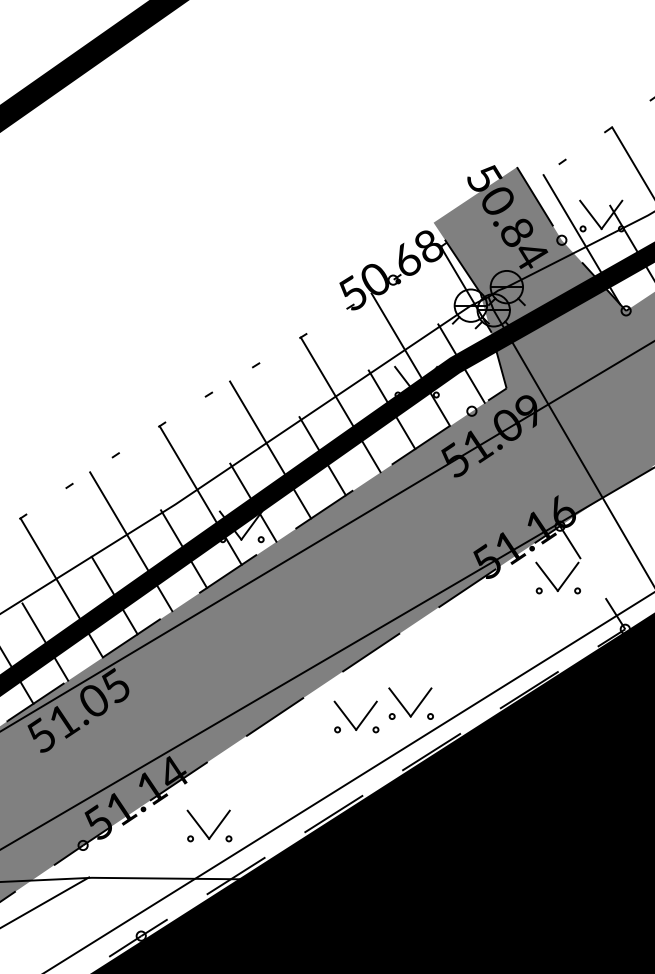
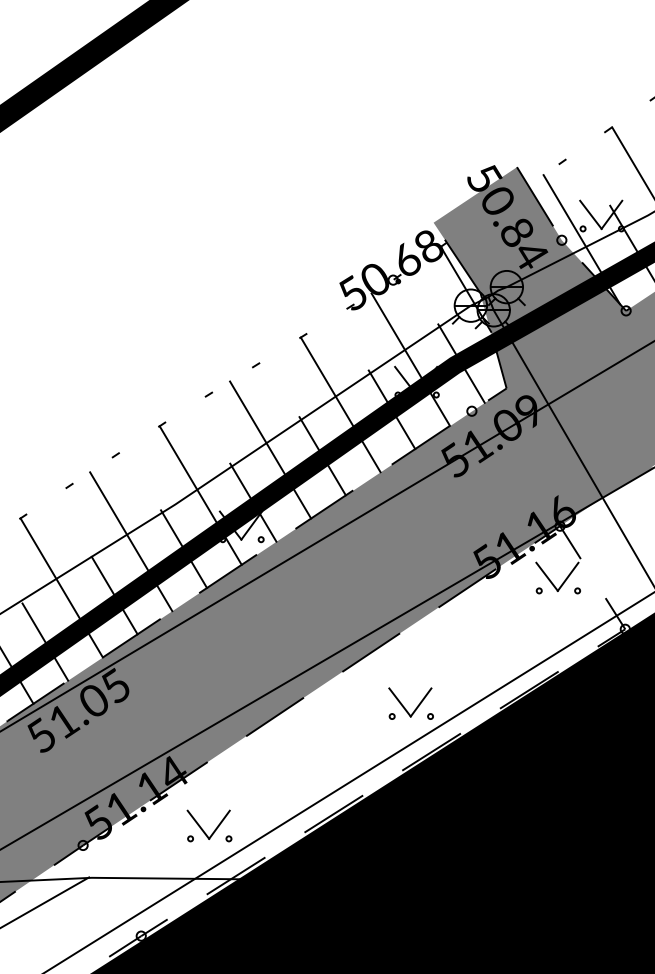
part at (361, 720): present -> none
